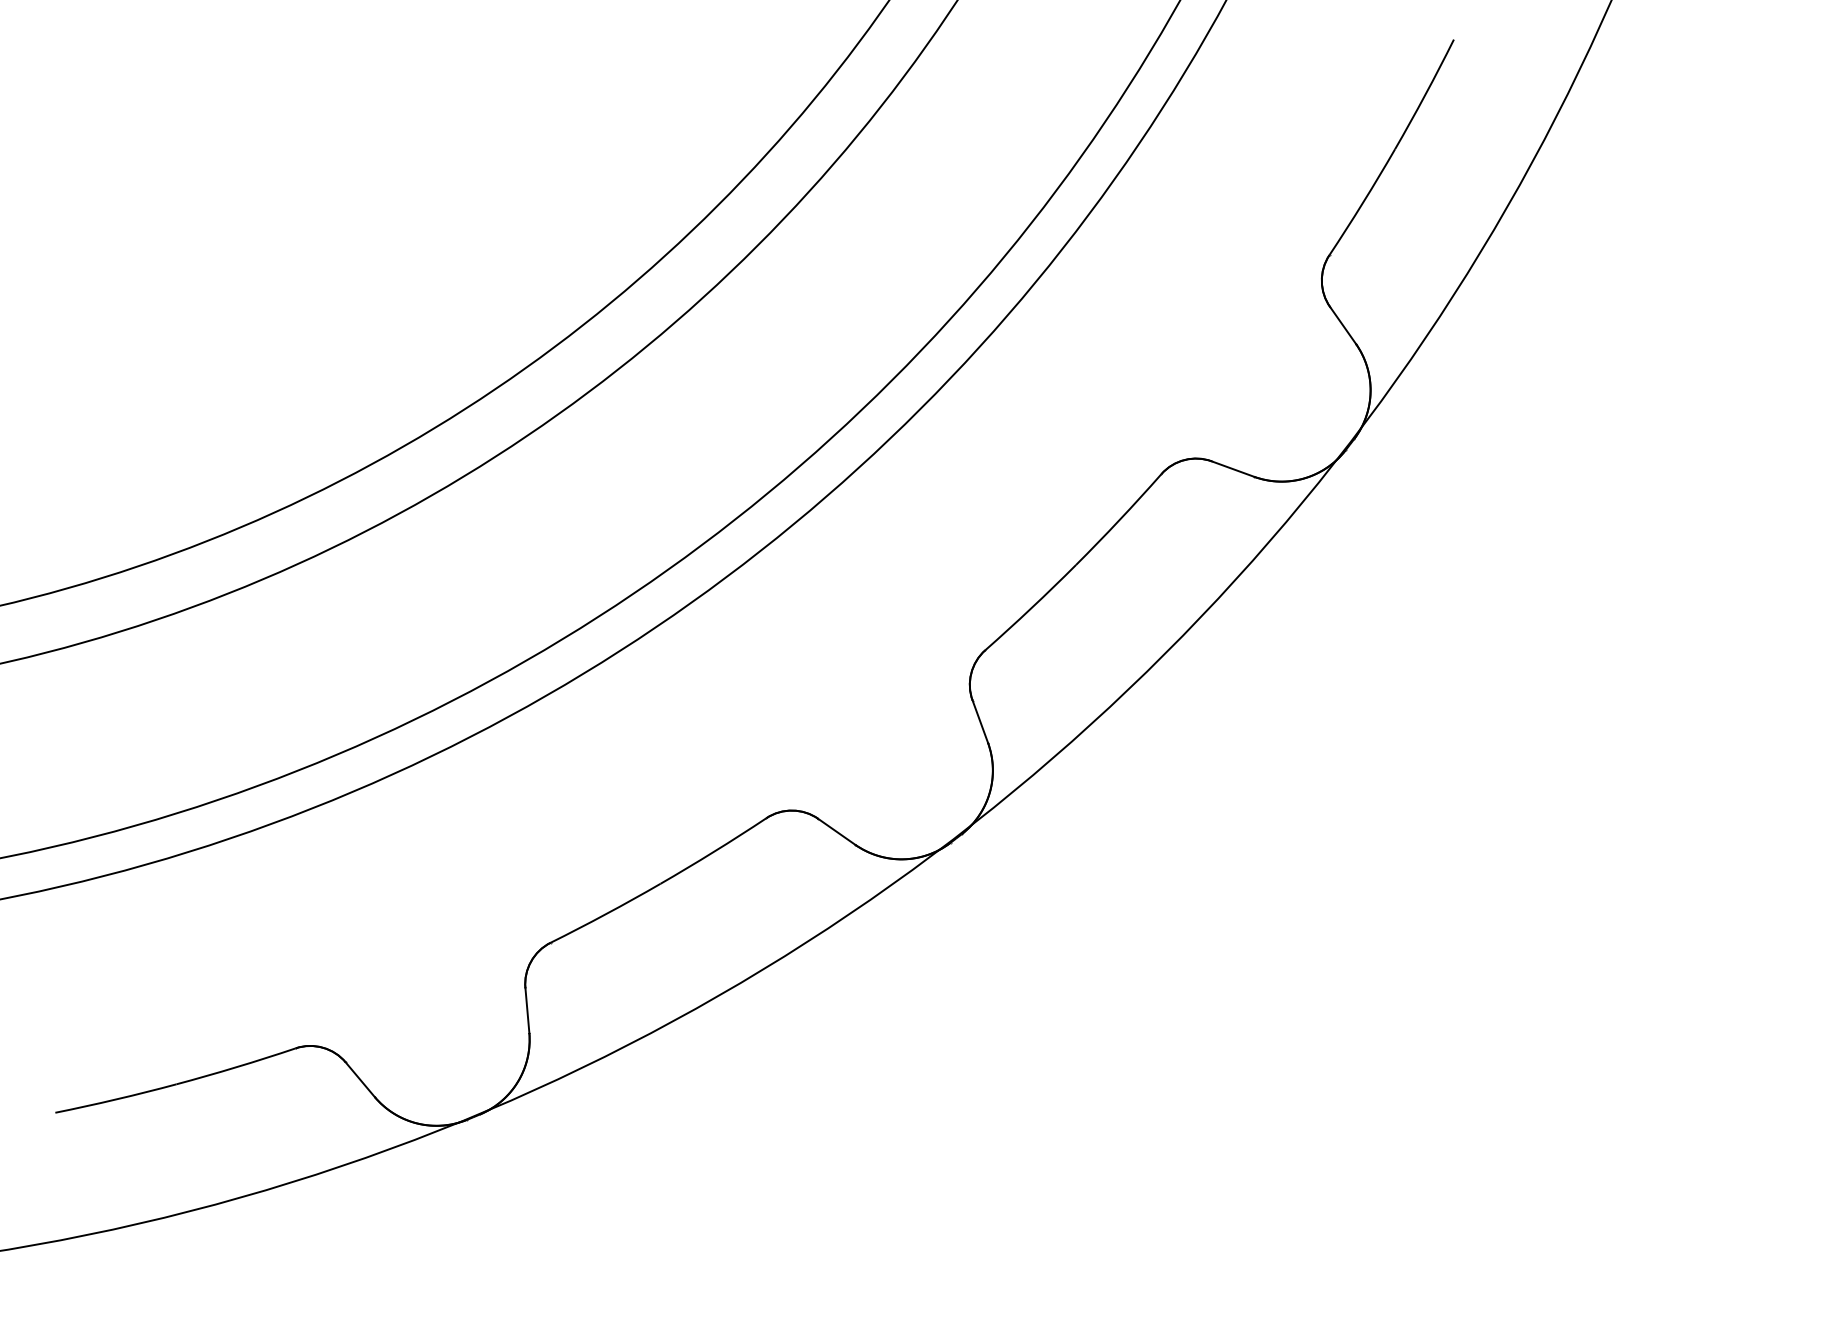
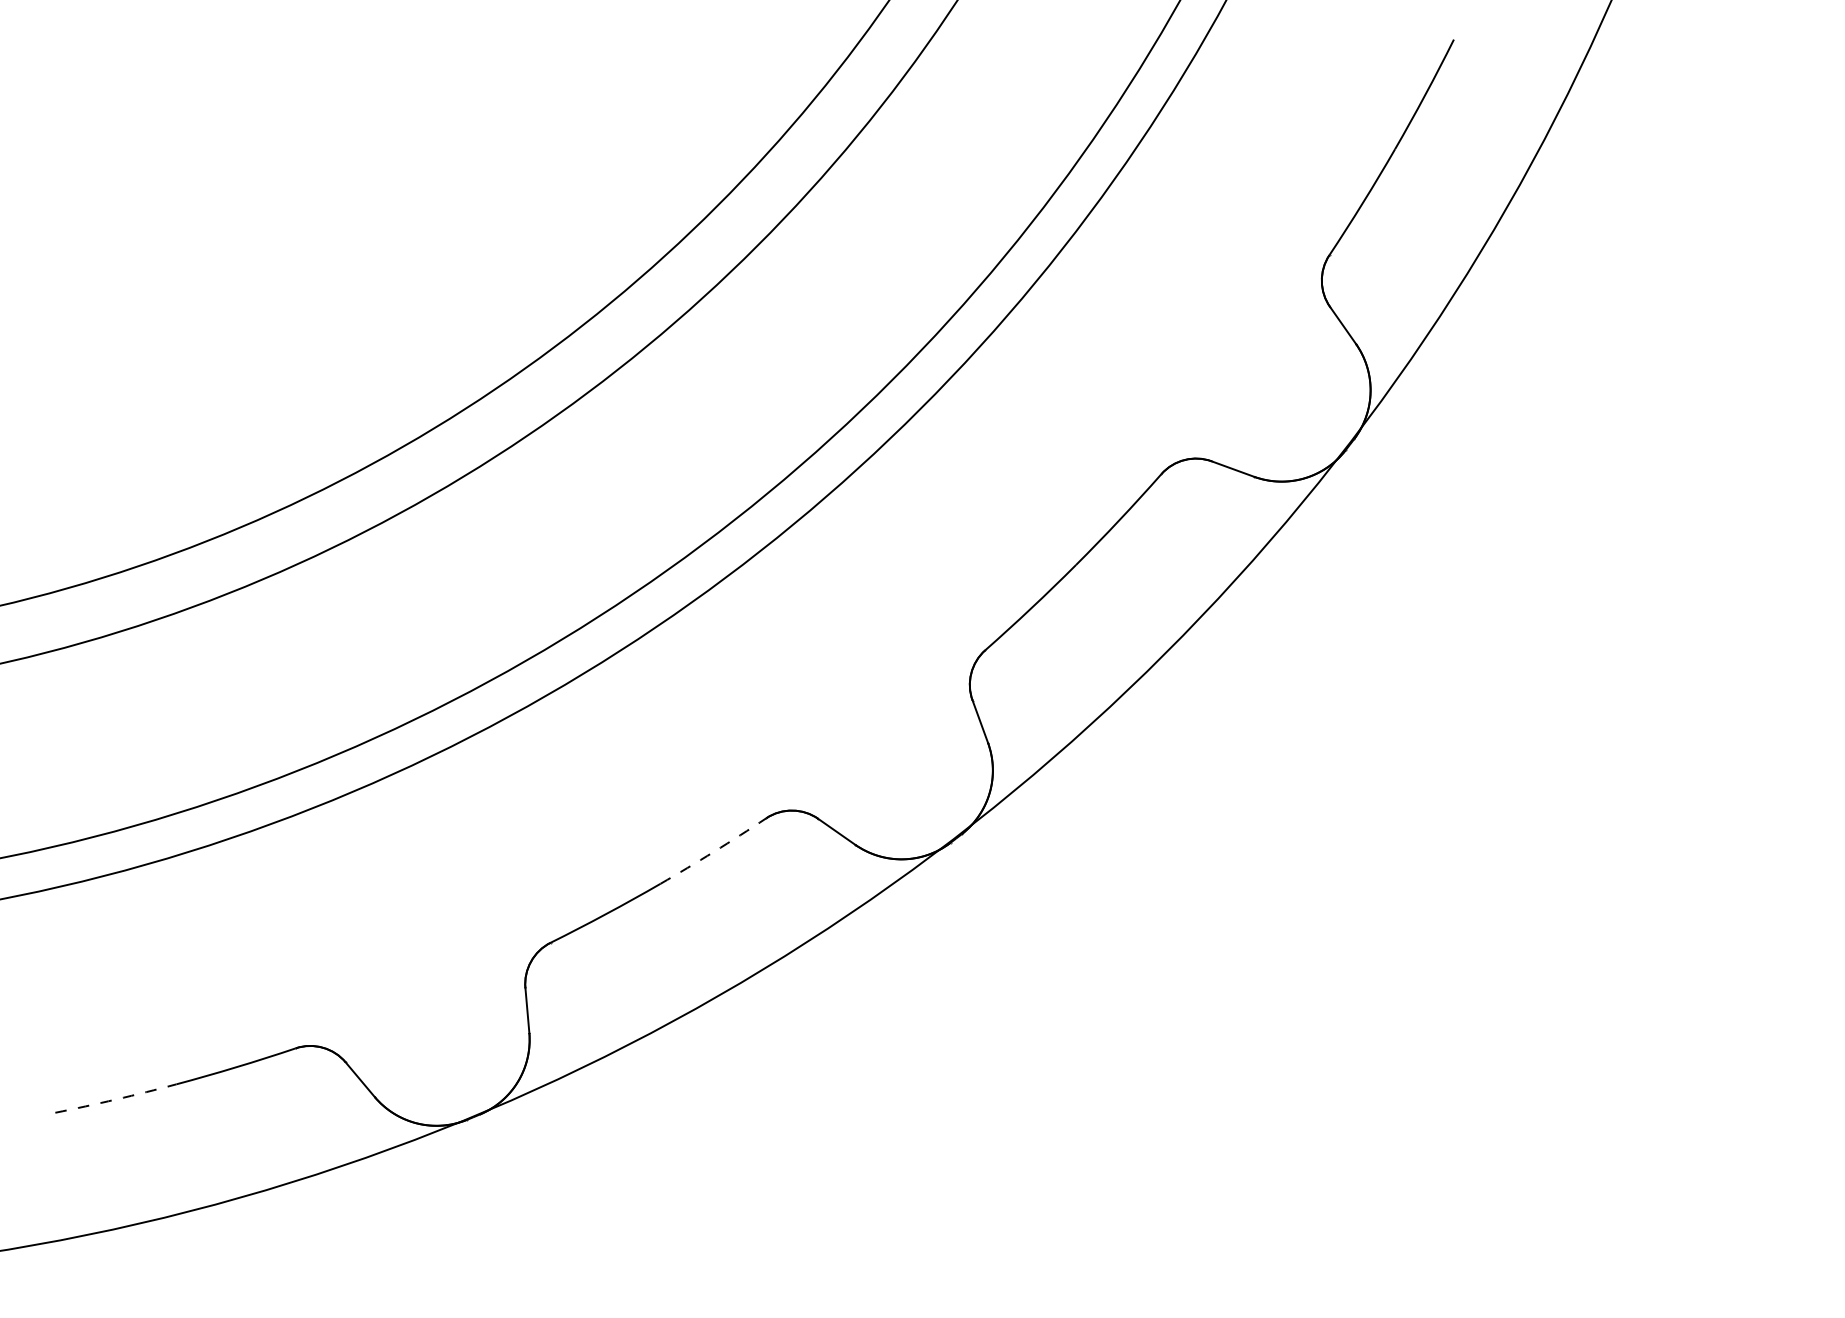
arc at (713, 851): solid -> dashed
arc at (116, 1099): solid -> dashed
